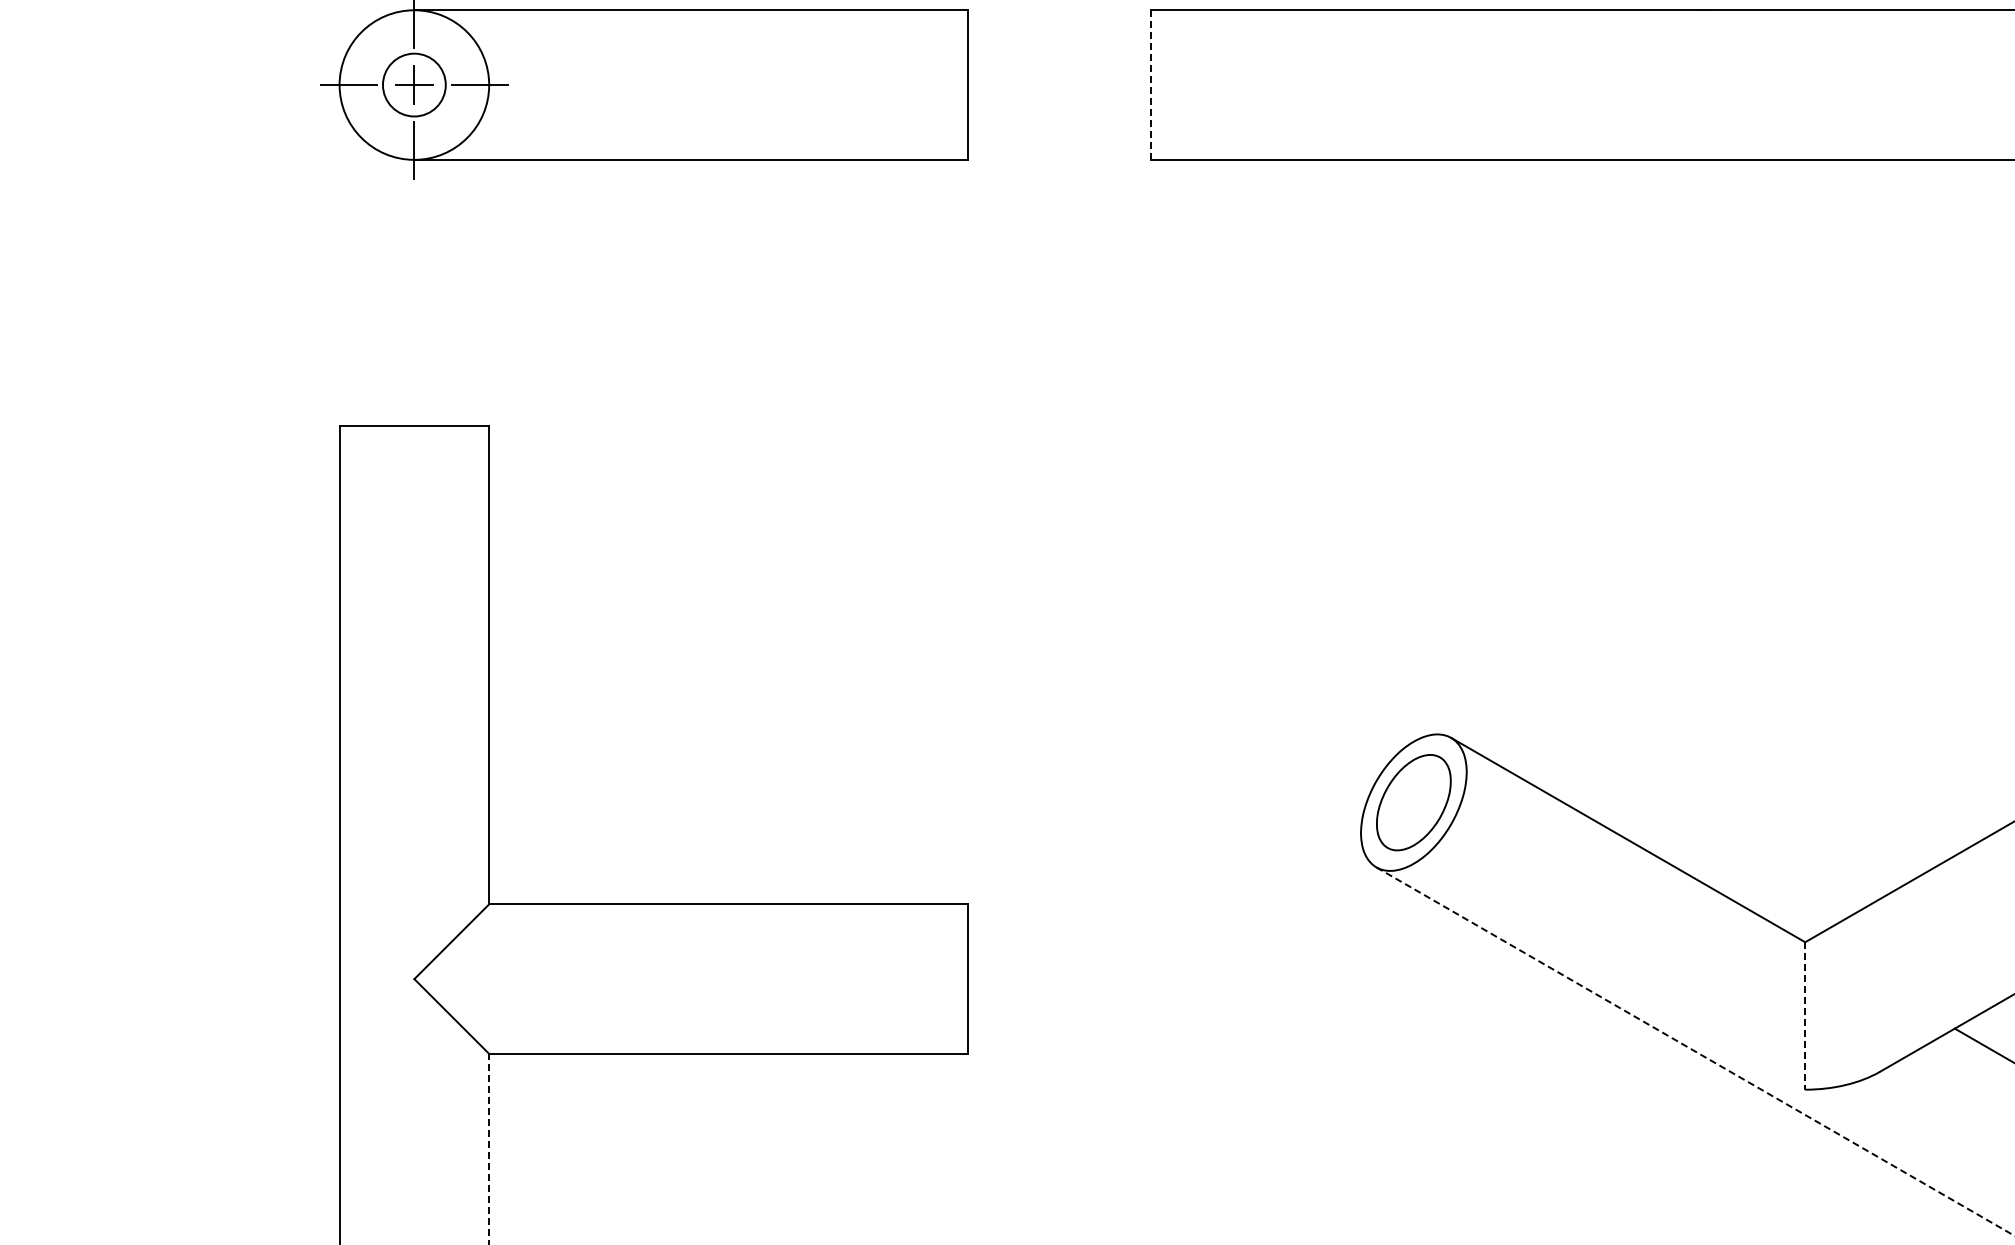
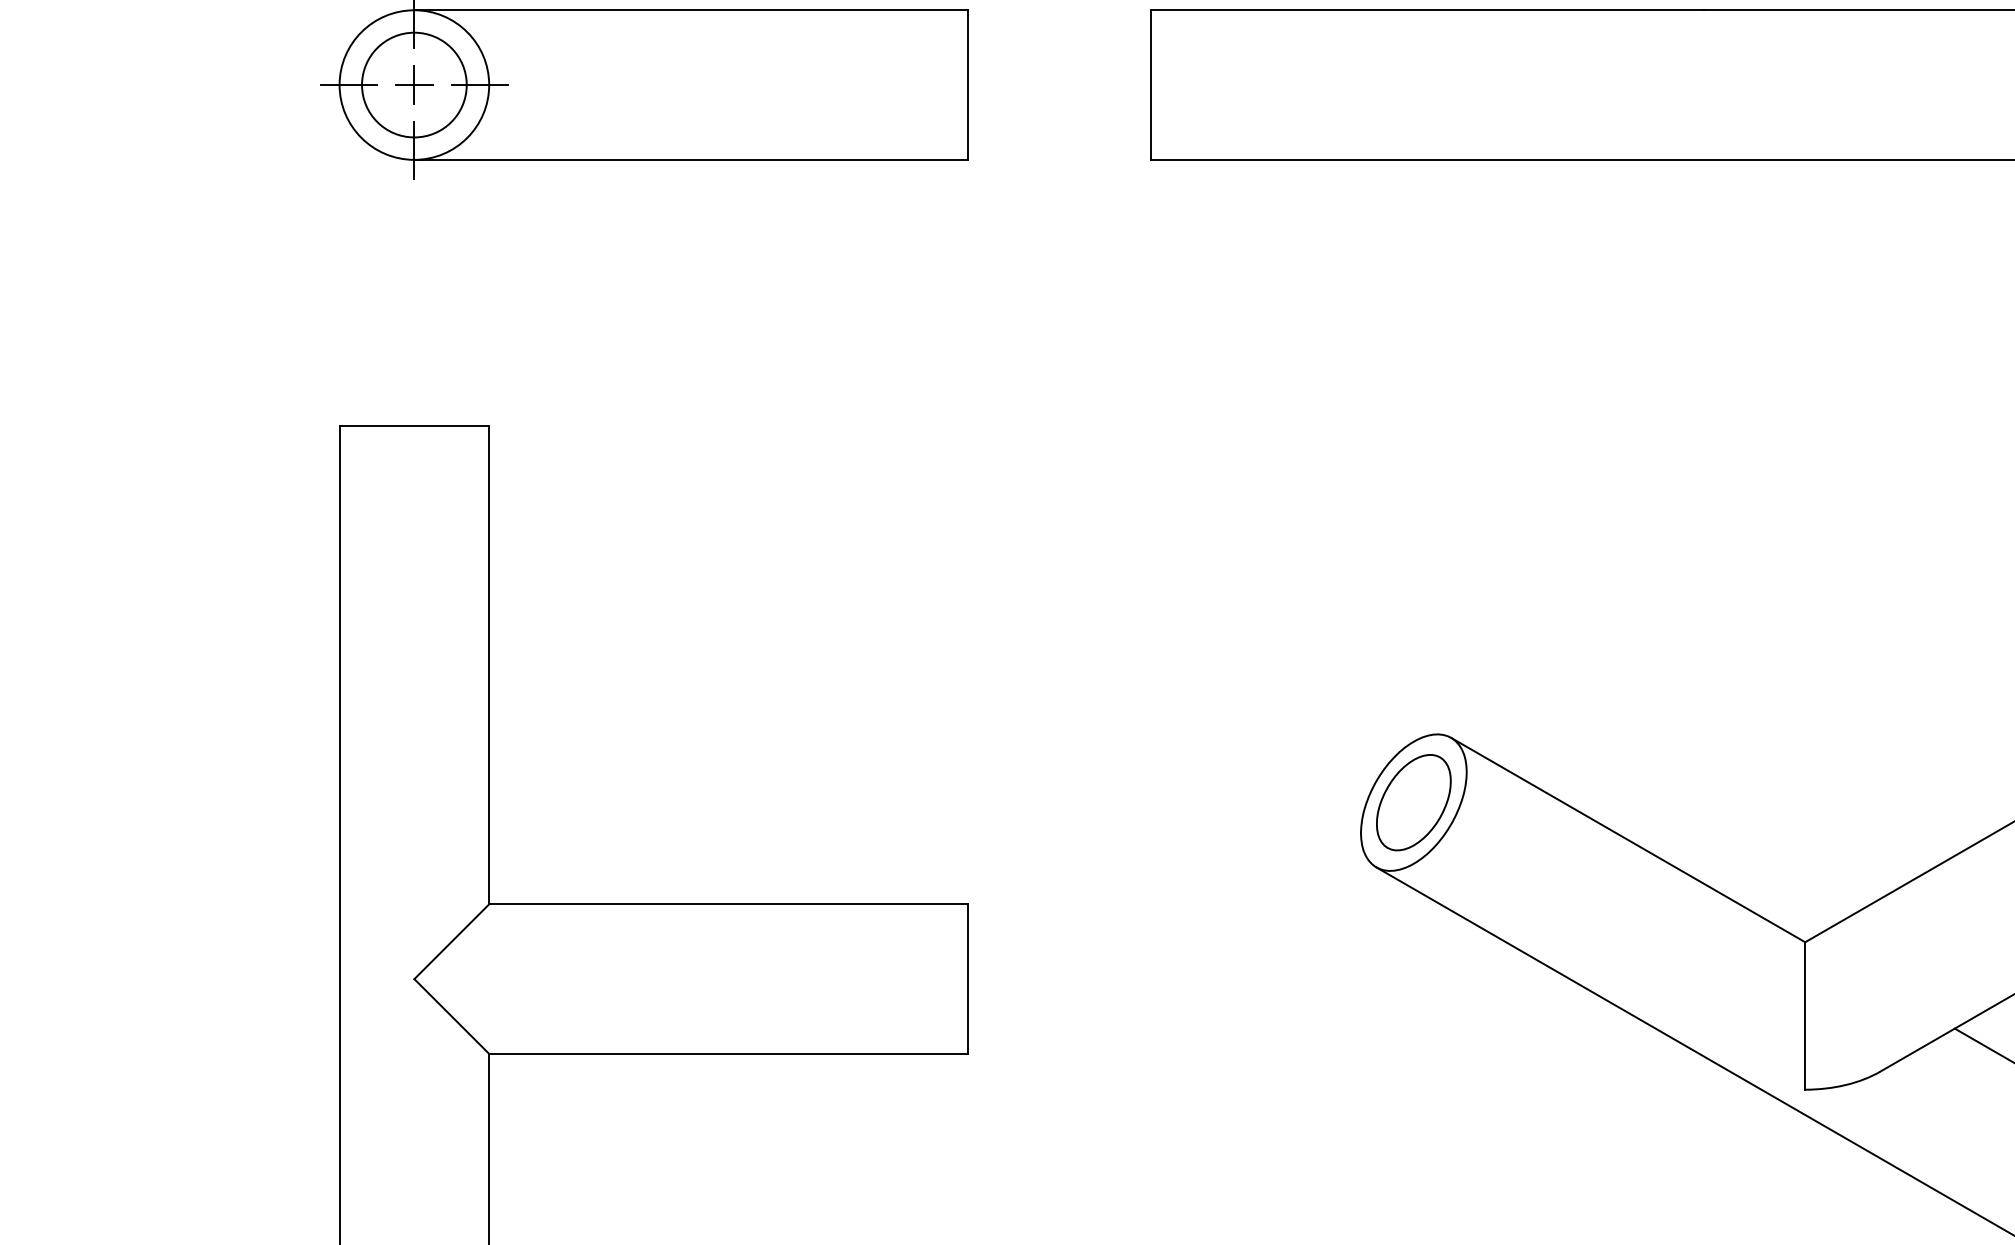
circle at (413, 84) diameter: 63 px -> 105 px
line at (1150, 85): dashed -> solid
line at (1805, 1015): dashed -> solid
line at (1696, 1051): dashed -> solid
line at (489, 1148): dashed -> solid
